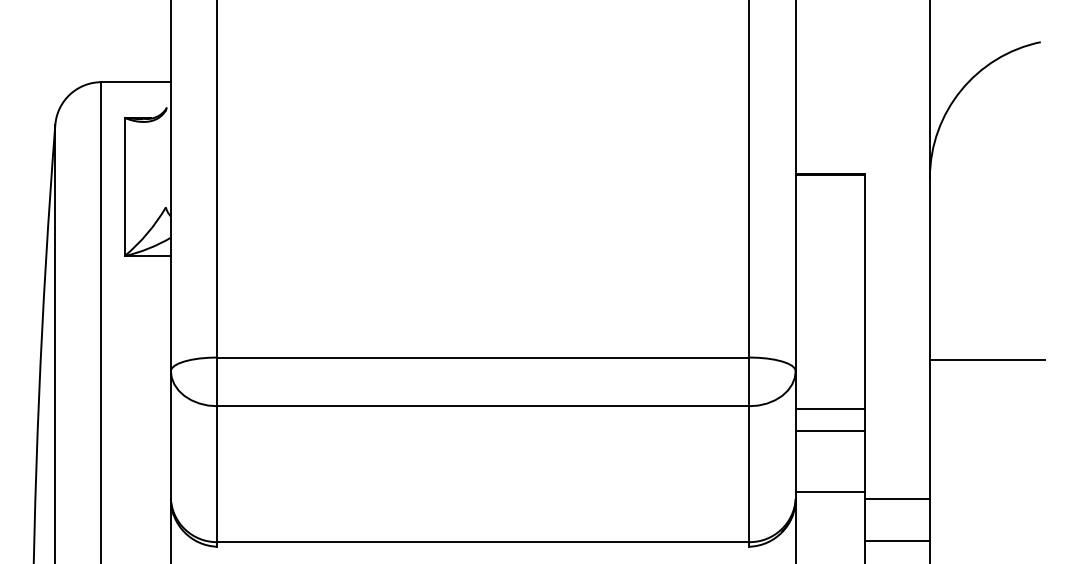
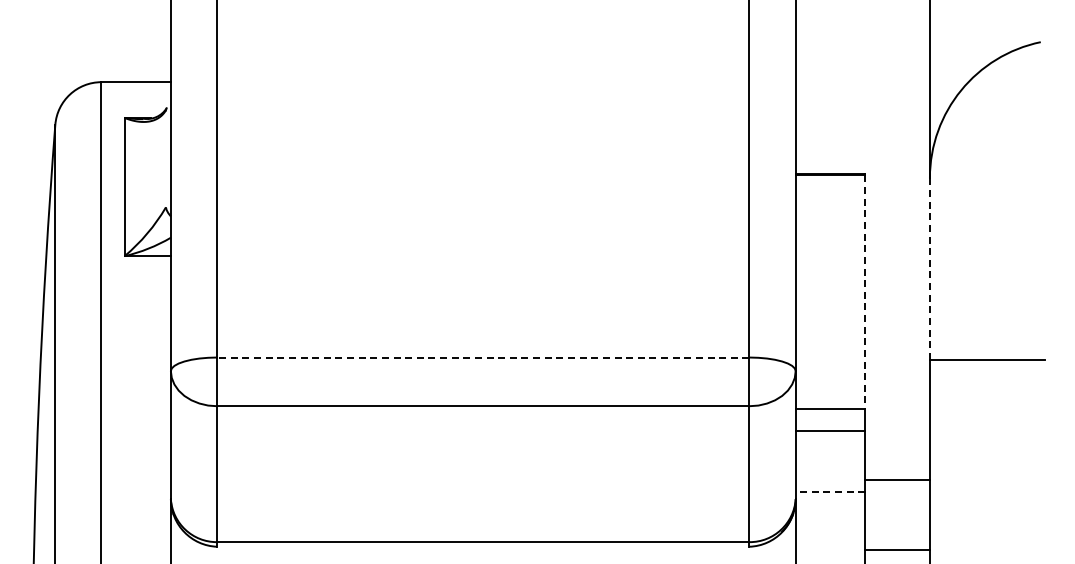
line at (929, 269): solid -> dashed
line at (865, 292): solid -> dashed
line at (482, 357): solid -> dashed
line at (830, 491): solid -> dashed
line at (897, 498) position: (897, 498) -> (897, 479)
line at (897, 541) position: (897, 541) -> (897, 550)
